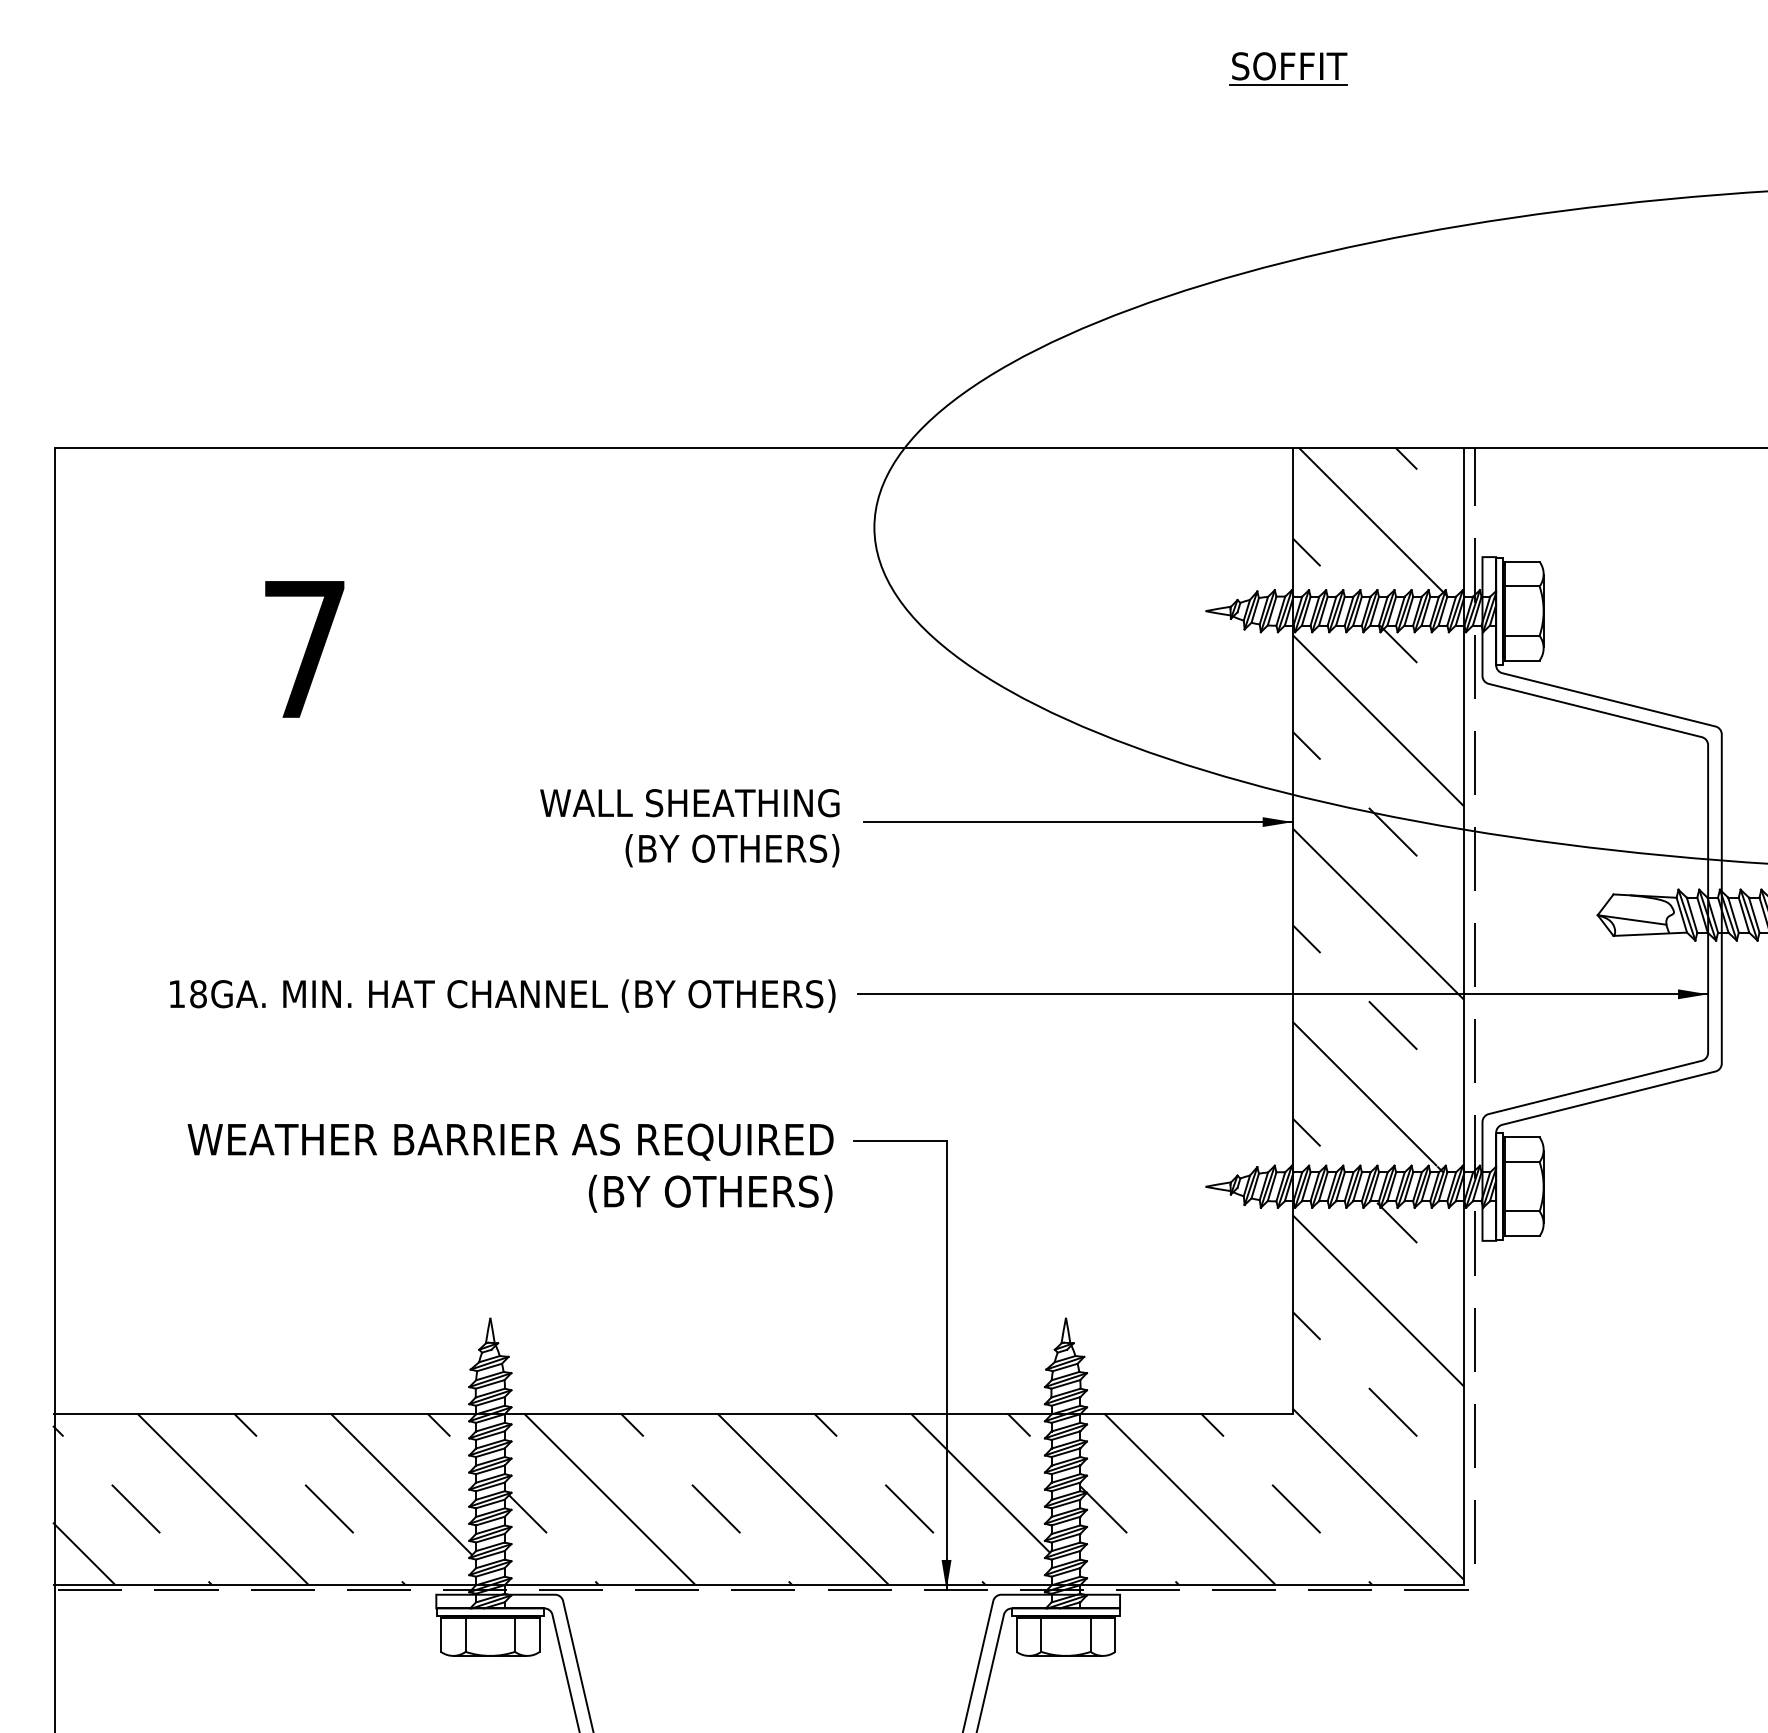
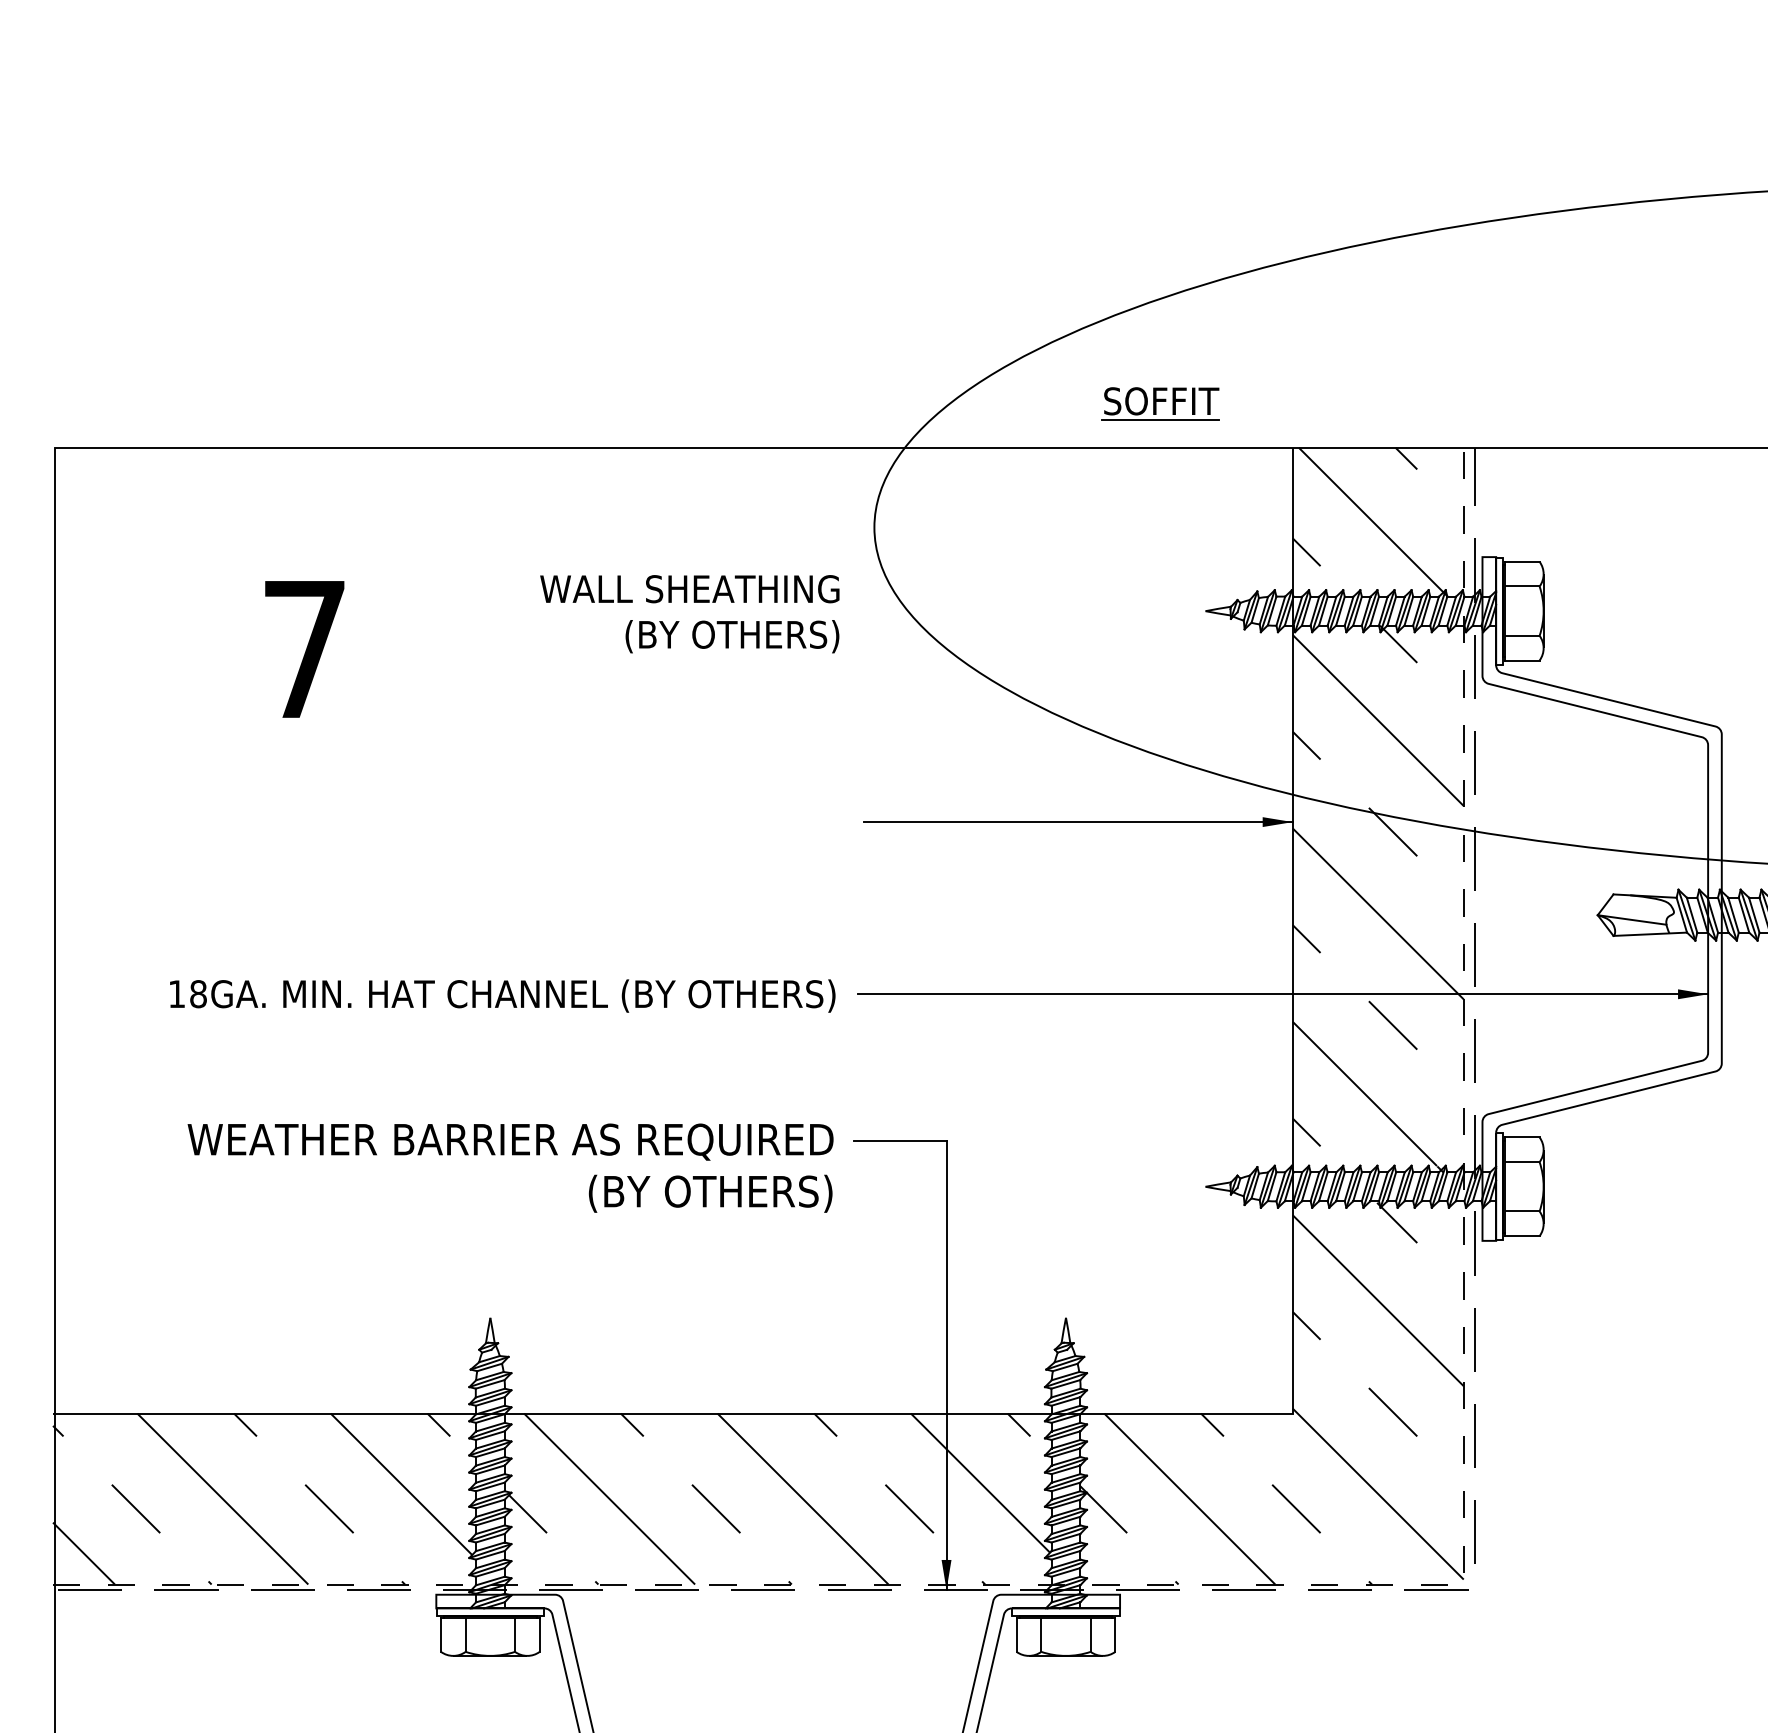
part at (1288, 68) position: (1288, 68) -> (1160, 403)
text at (689, 828) position: (689, 828) -> (689, 614)
line at (1327, 1584): solid -> dashed
